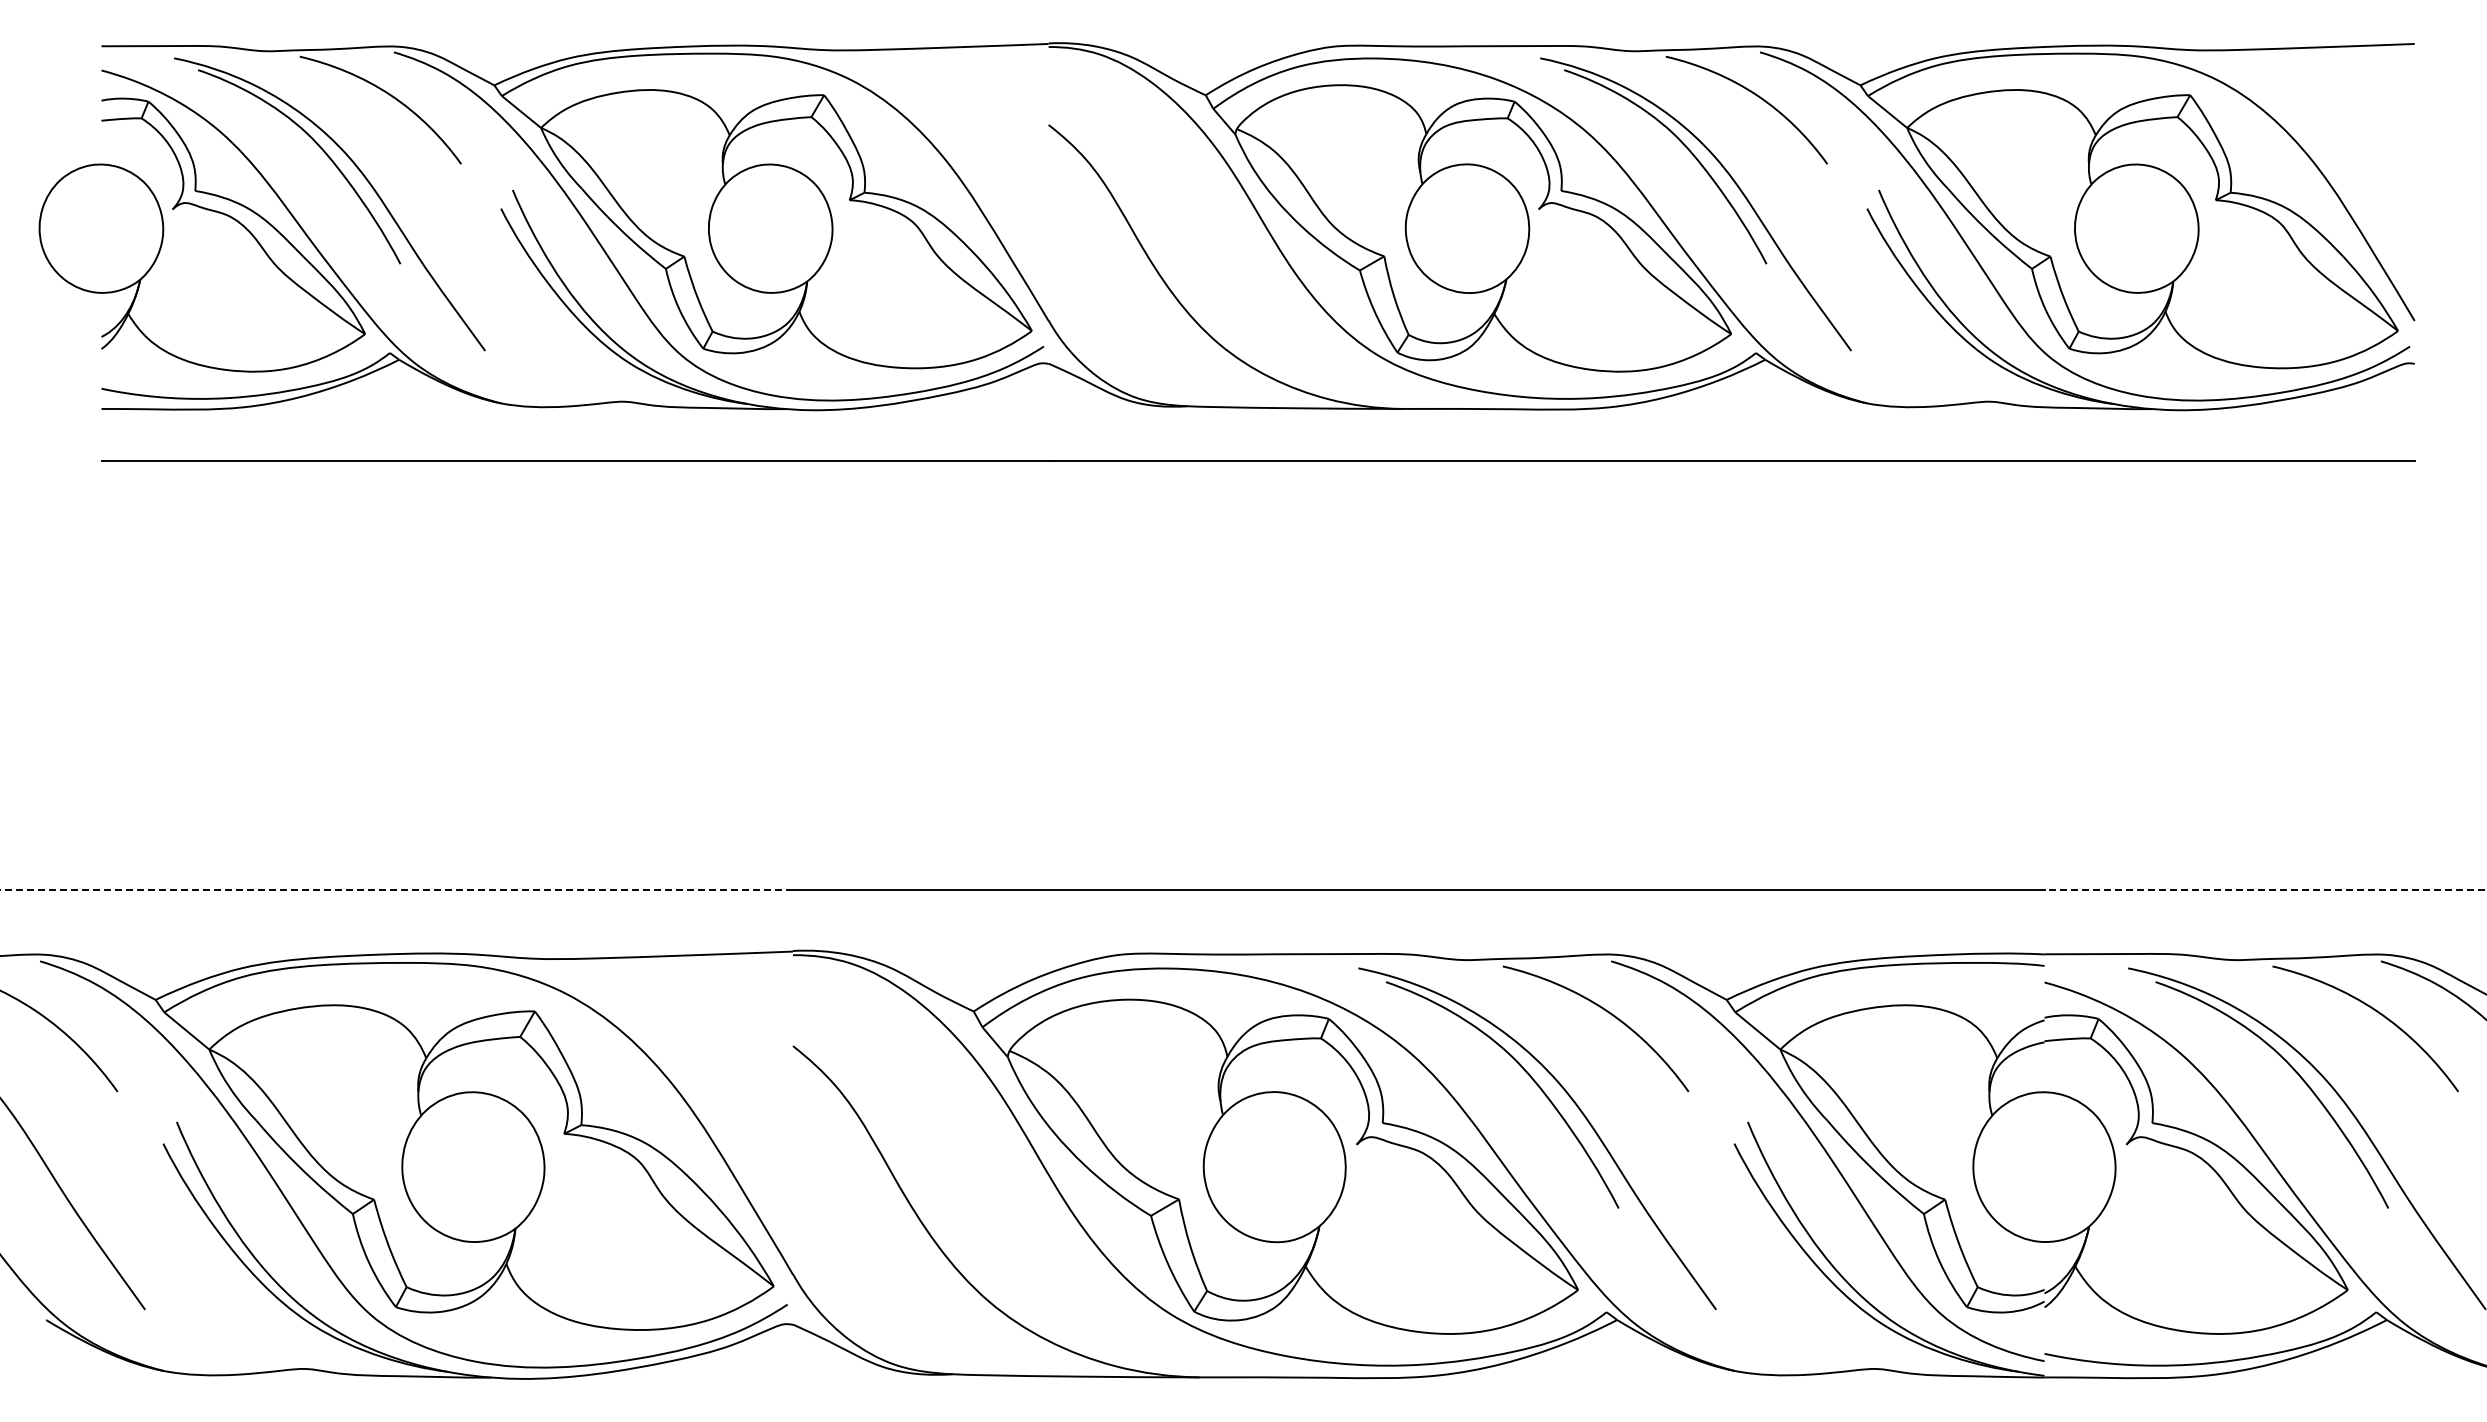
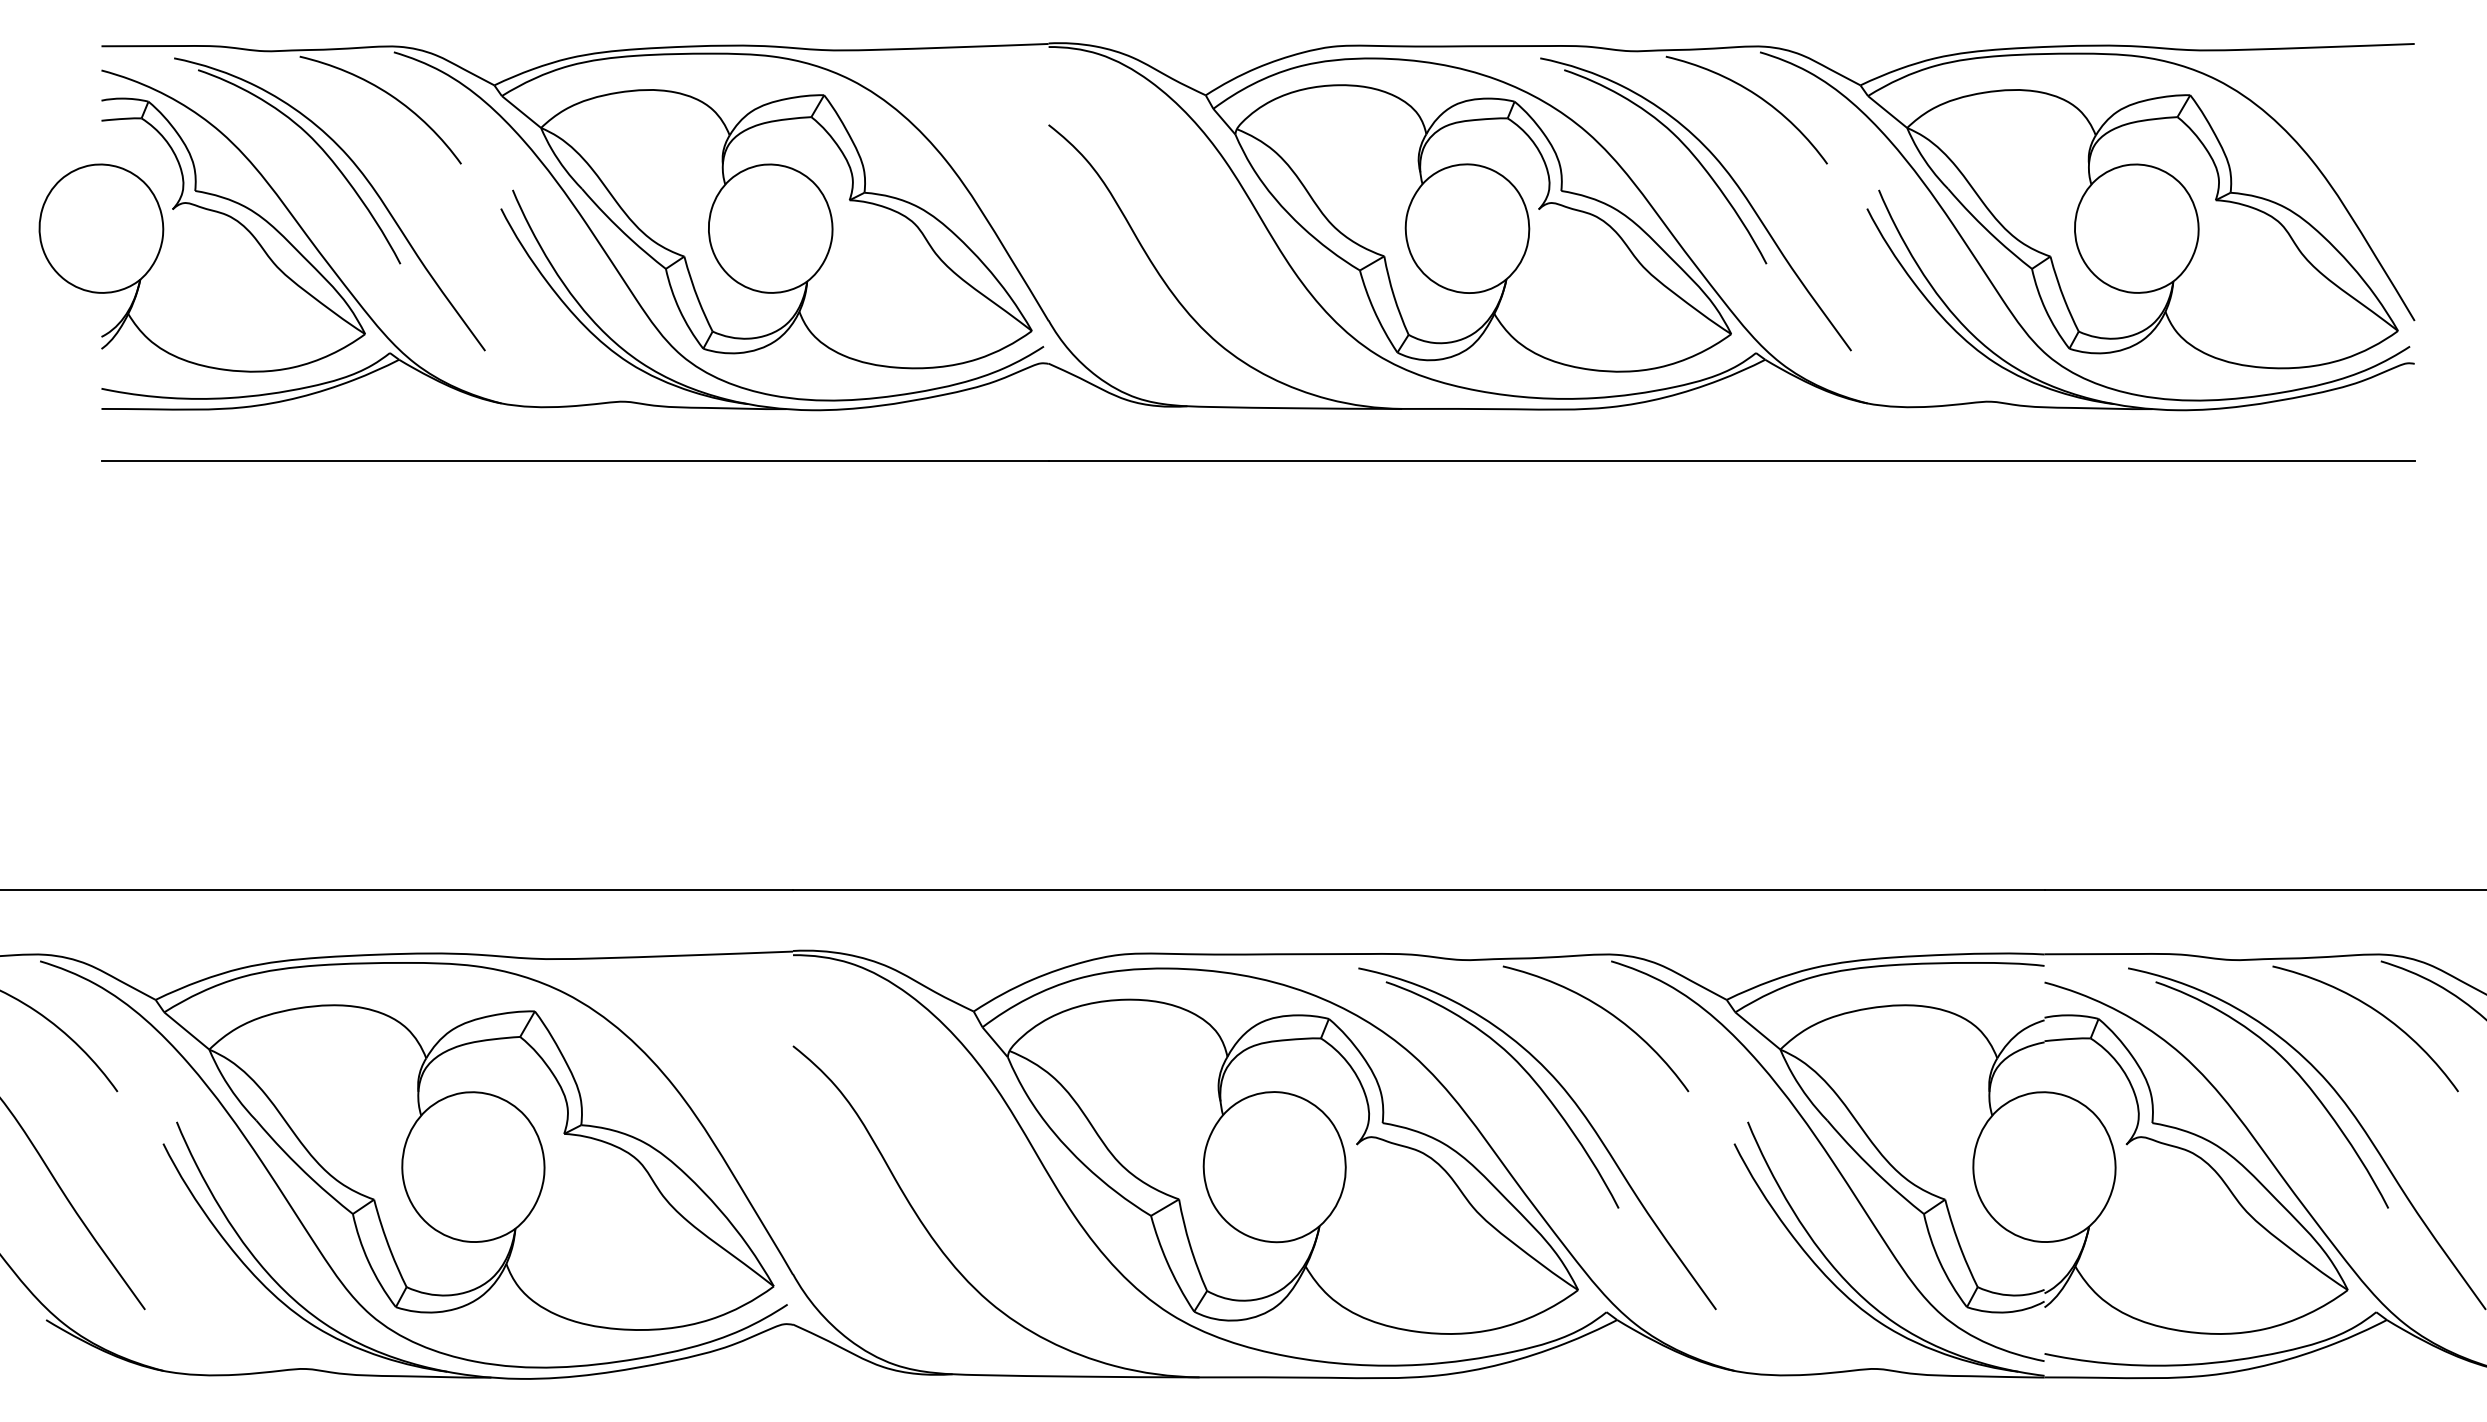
line at (396, 890): dashed -> solid
line at (2265, 890): dashed -> solid
